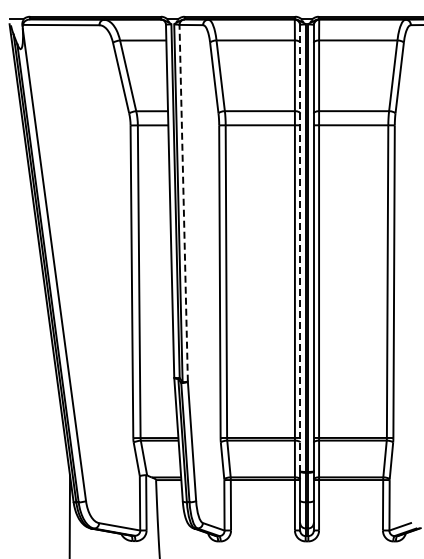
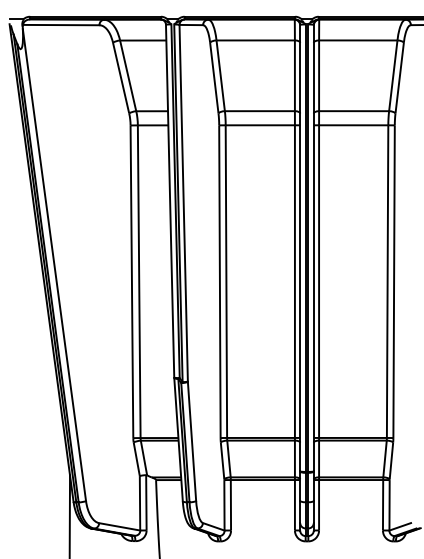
line at (183, 202): dashed -> solid
line at (300, 248): dashed -> solid
